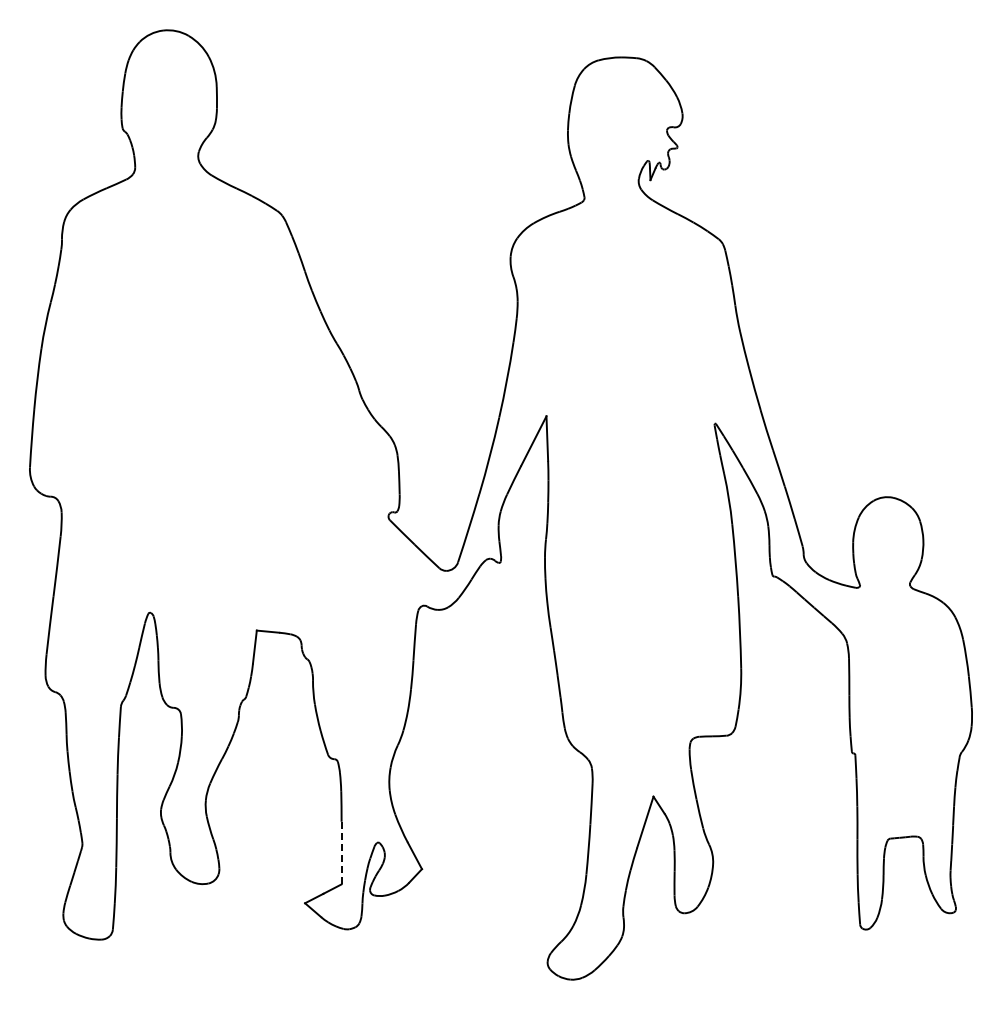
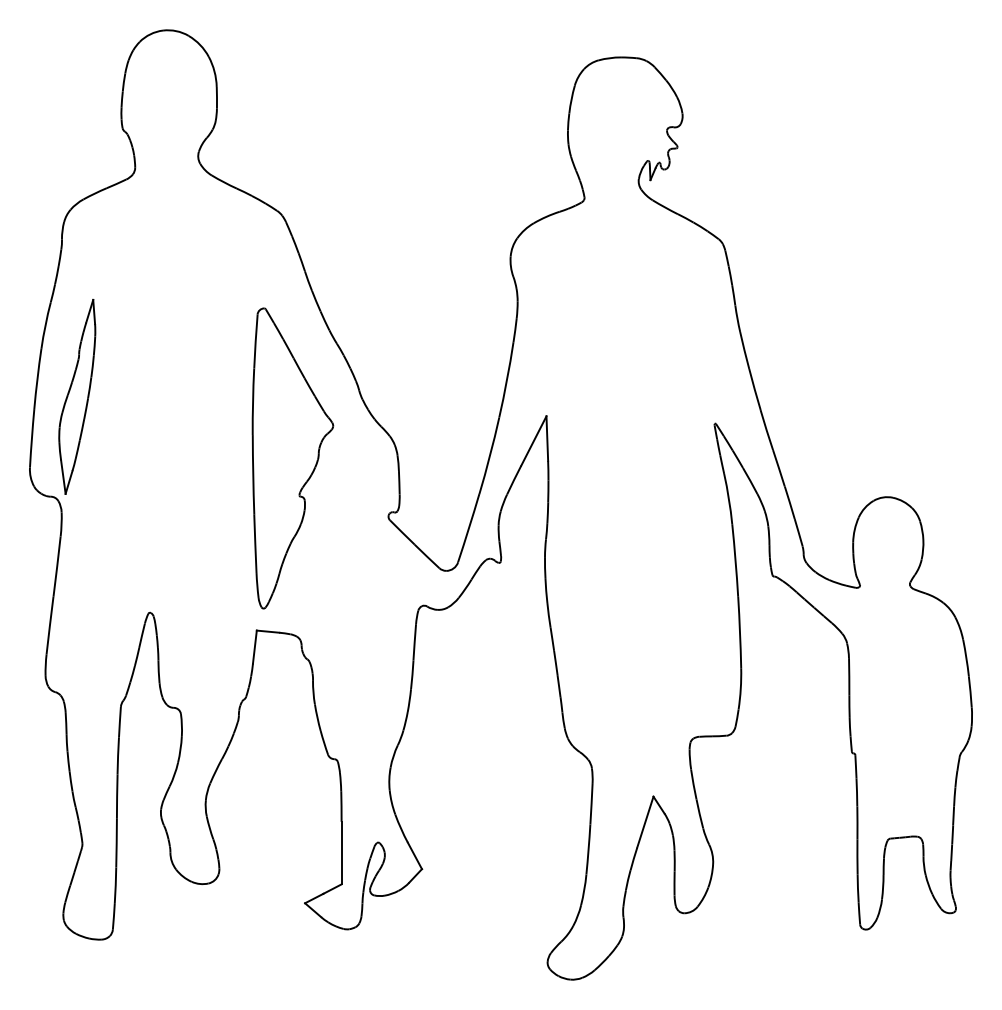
part at (77, 396): none -> present
part at (292, 458): none -> present
line at (341, 853): dashed -> solid
